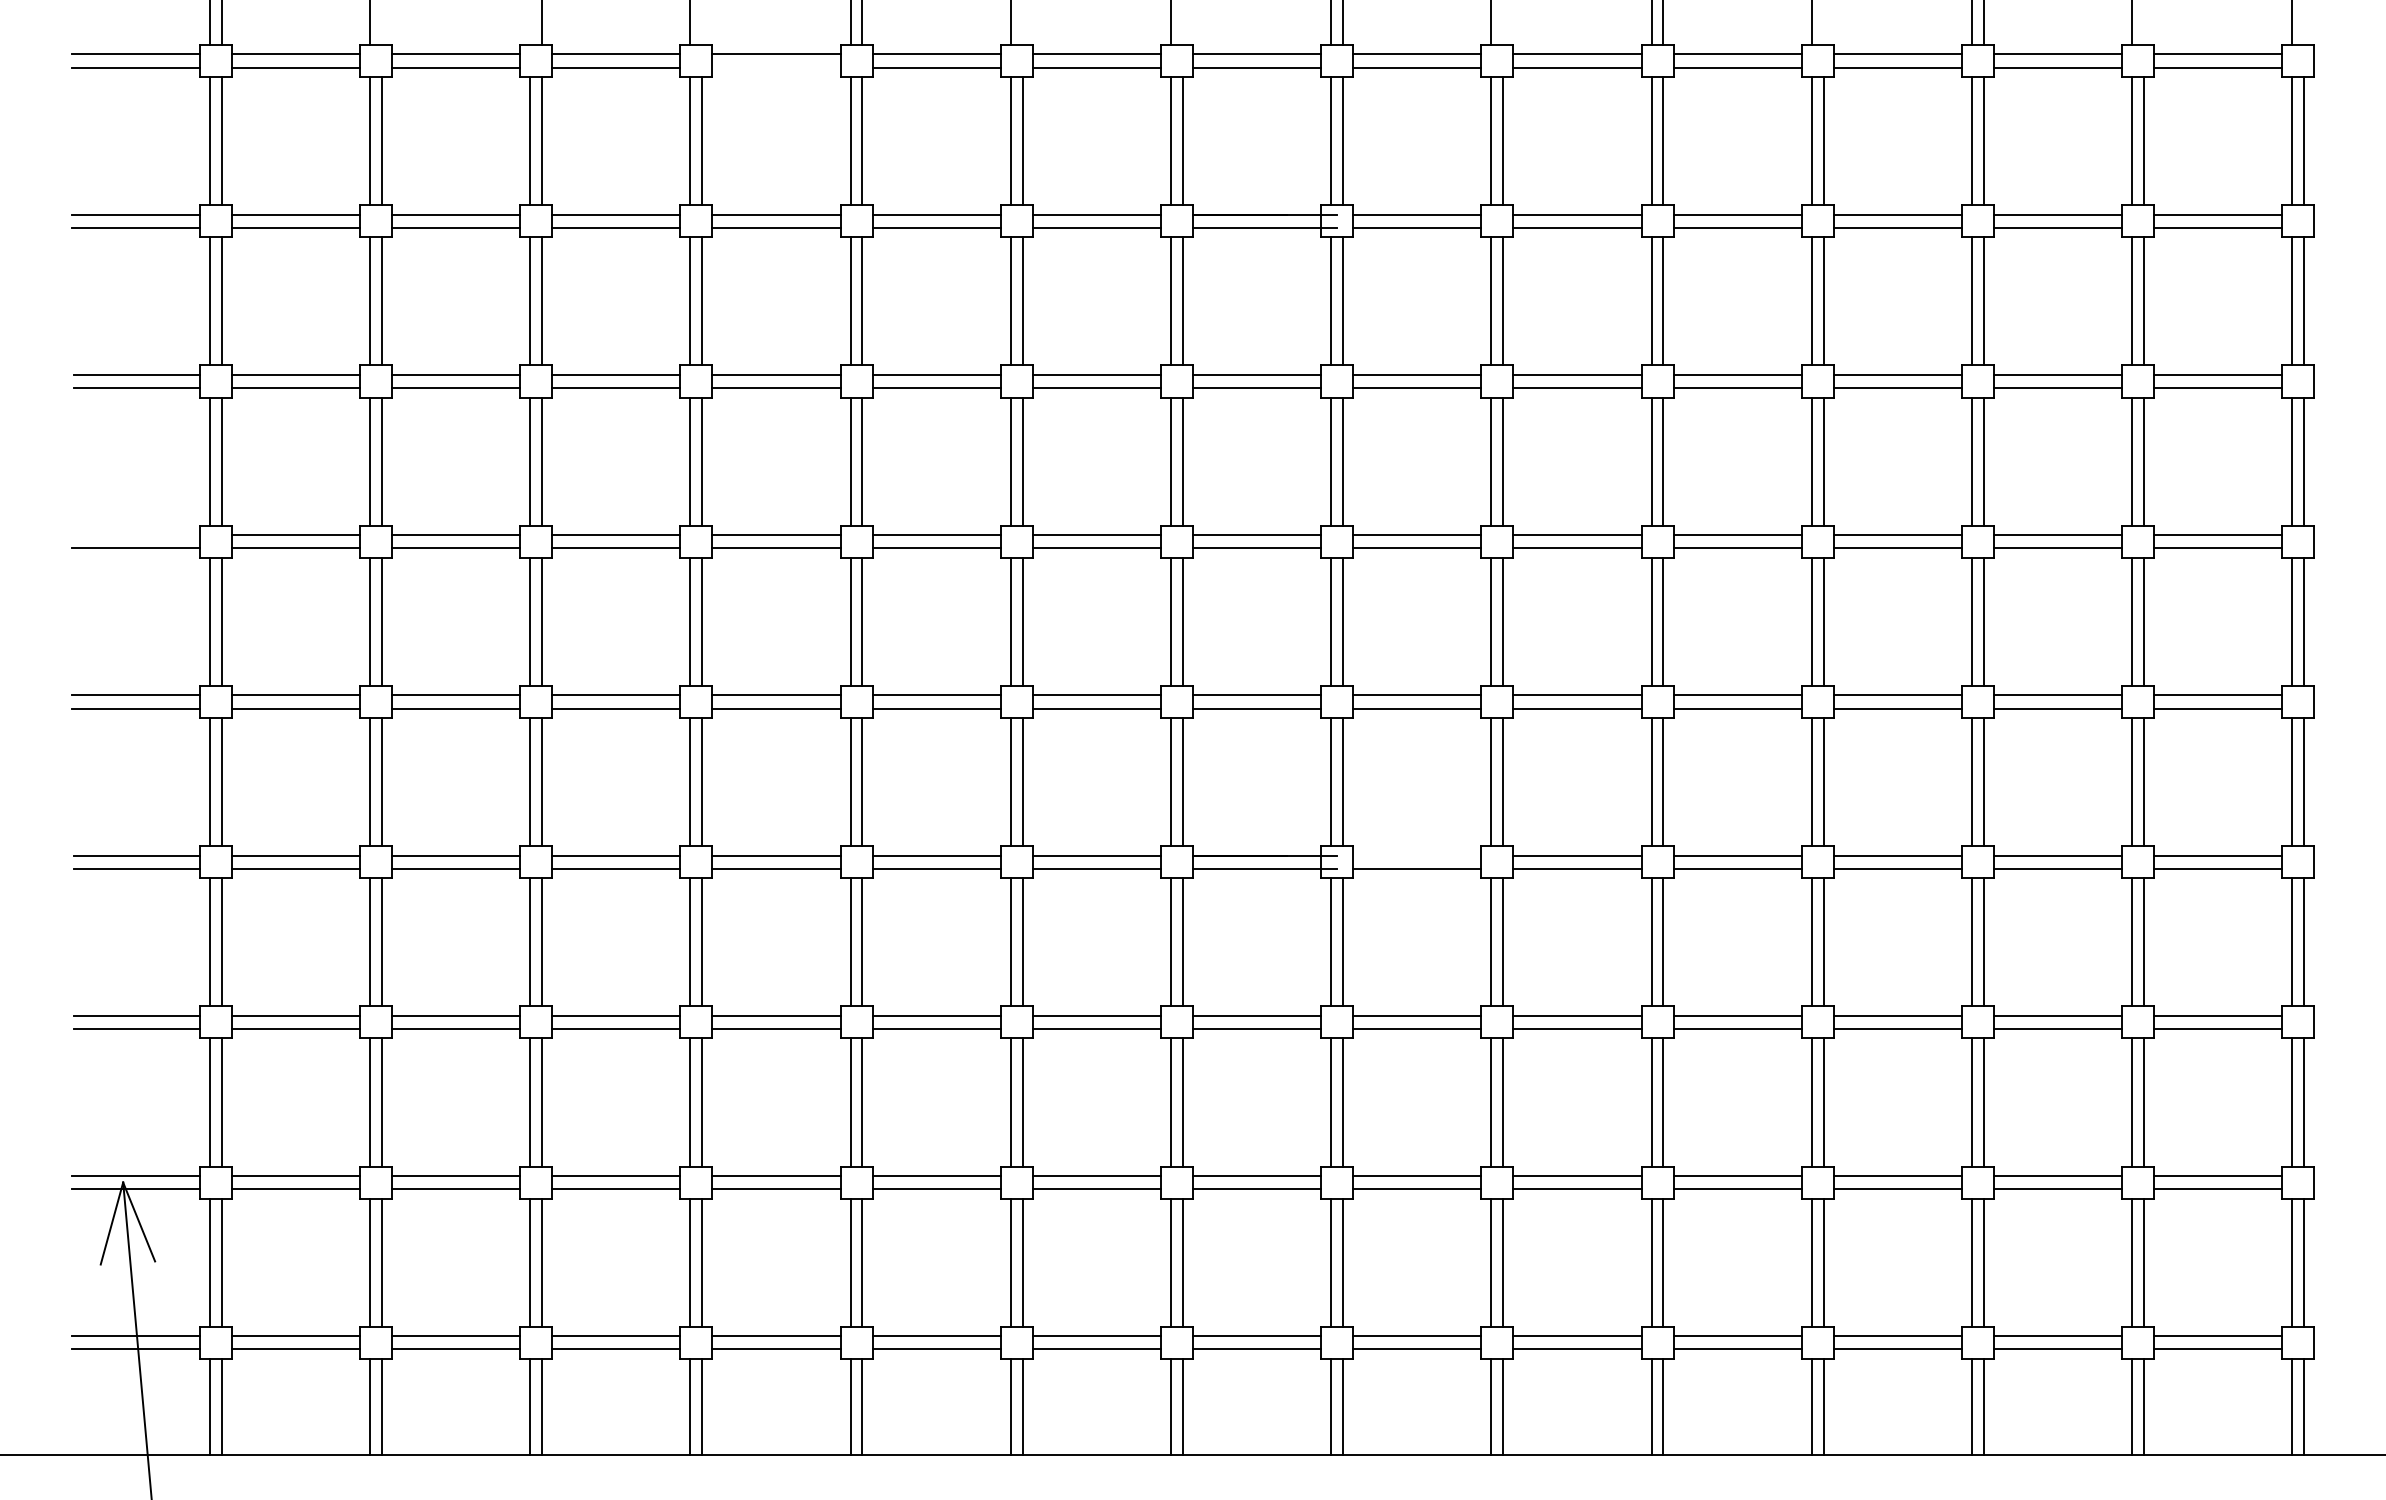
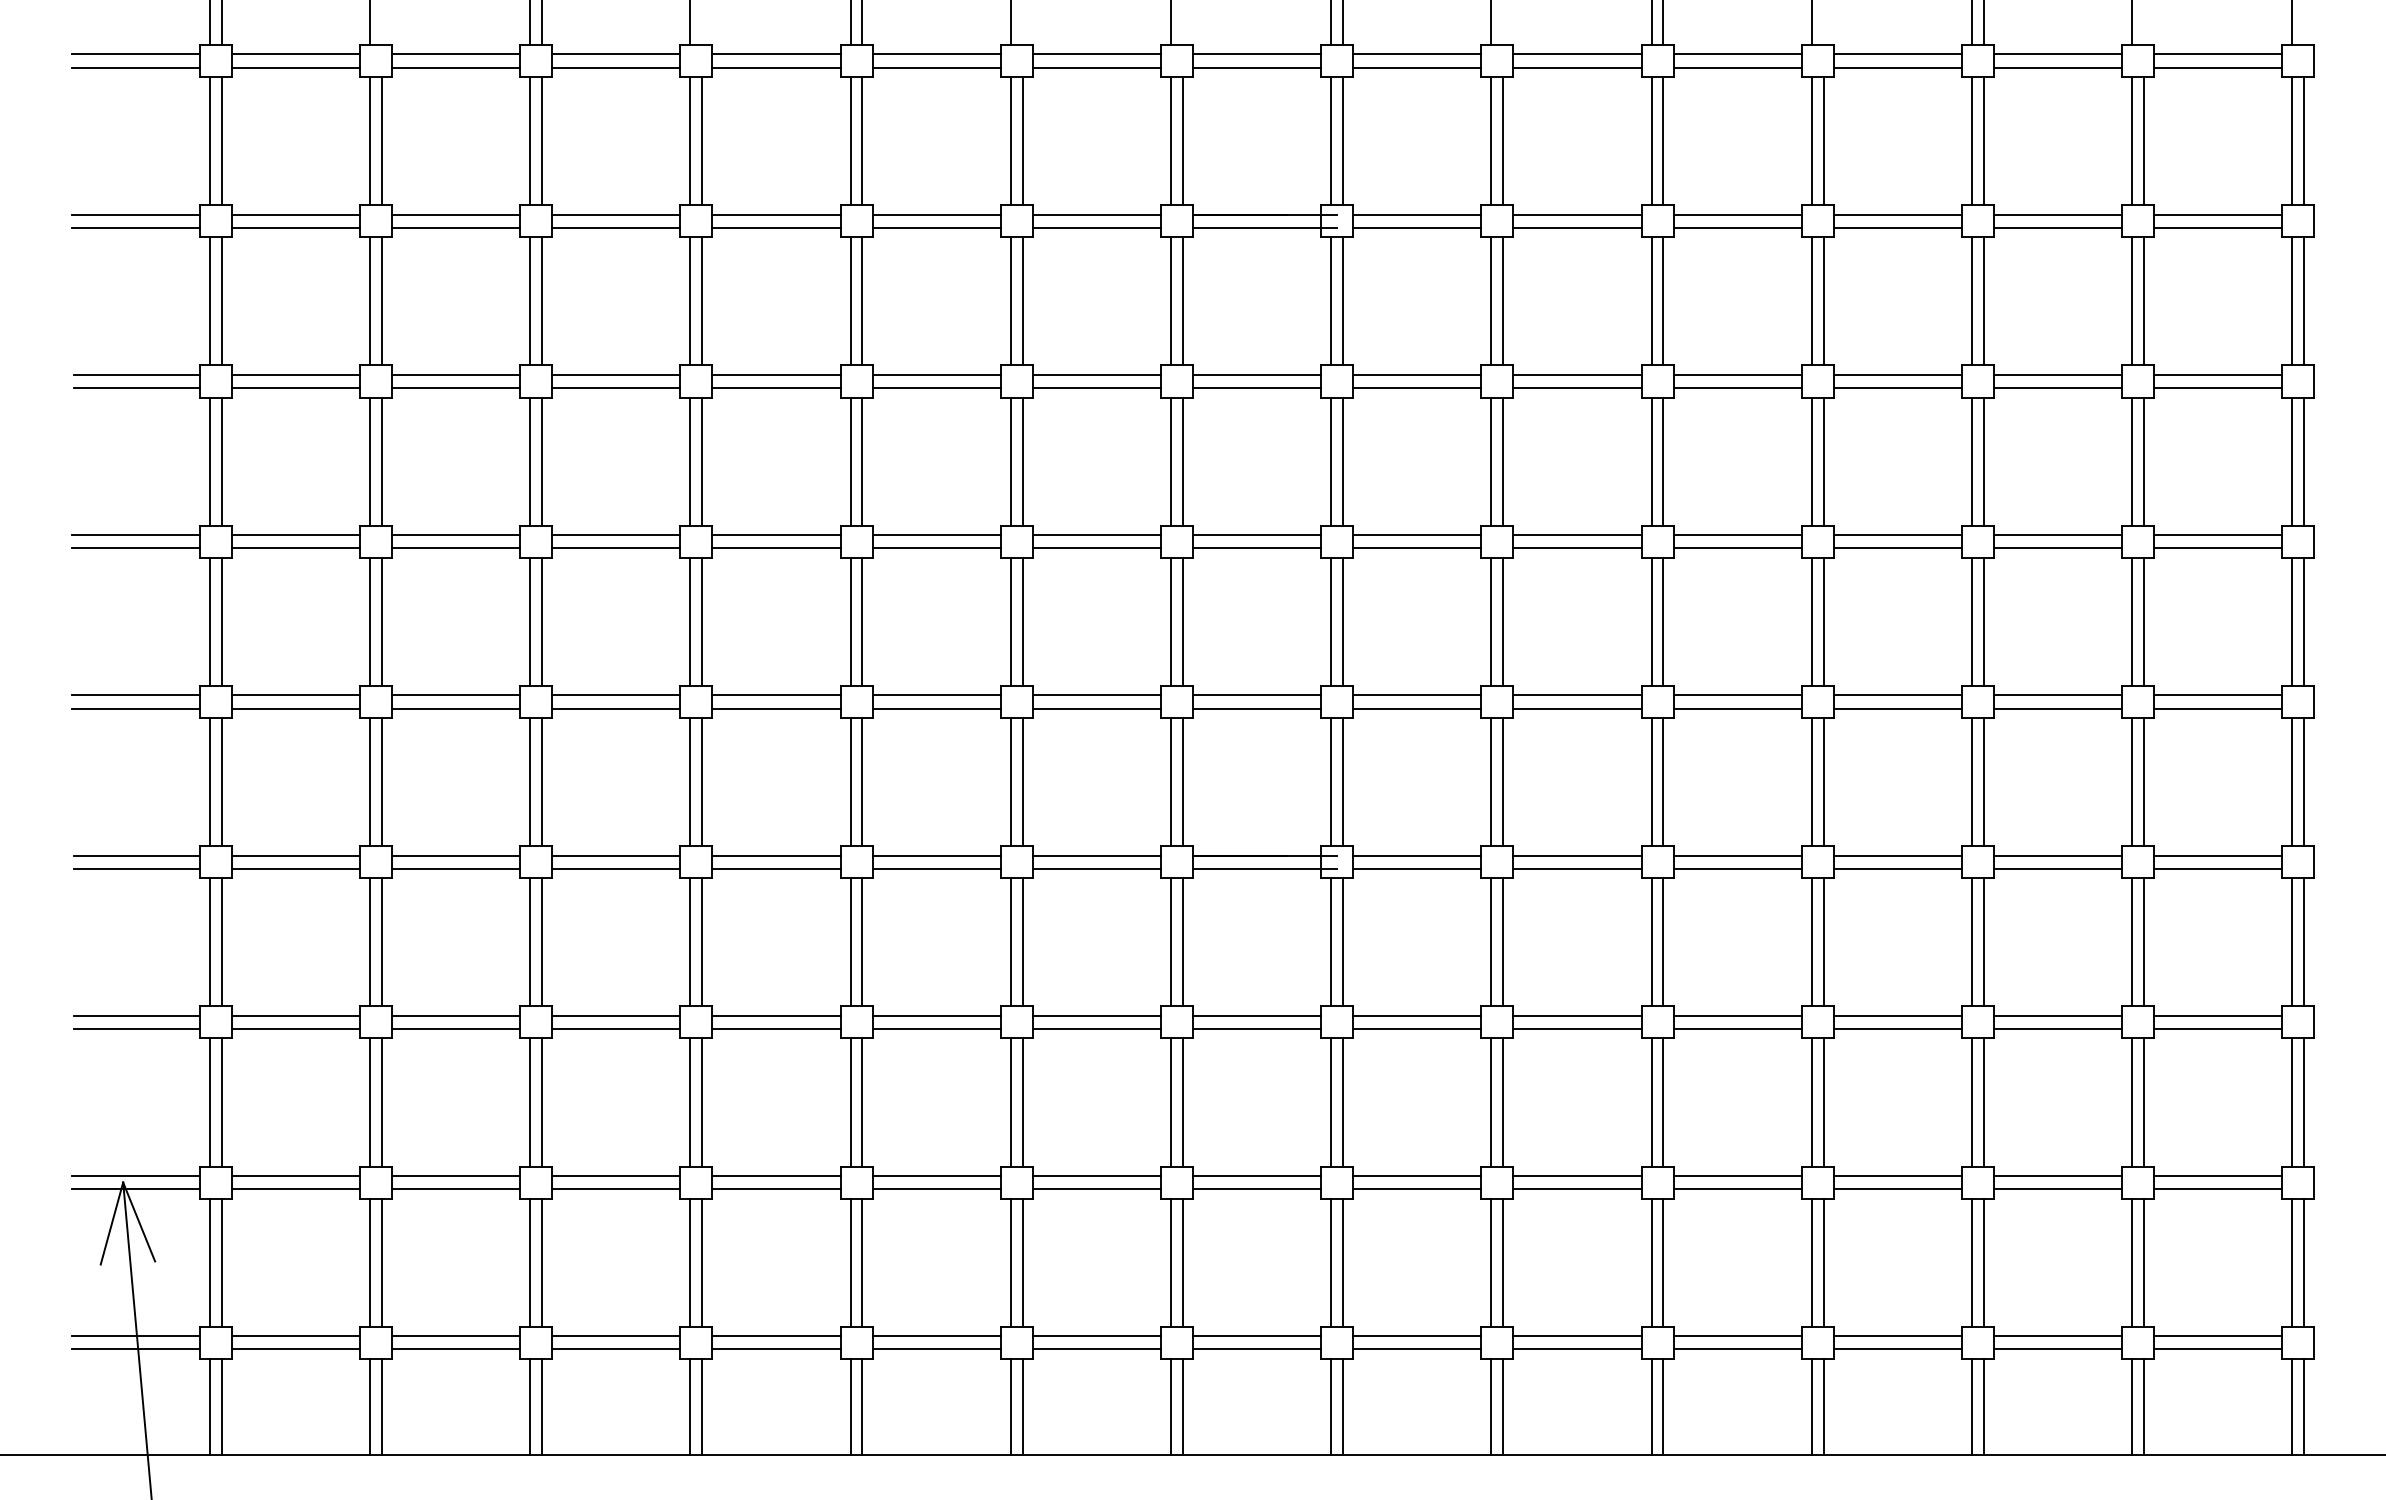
line at (530, 23): none -> present
line at (776, 67): none -> present
line at (135, 535): none -> present
line at (1417, 855): none -> present
